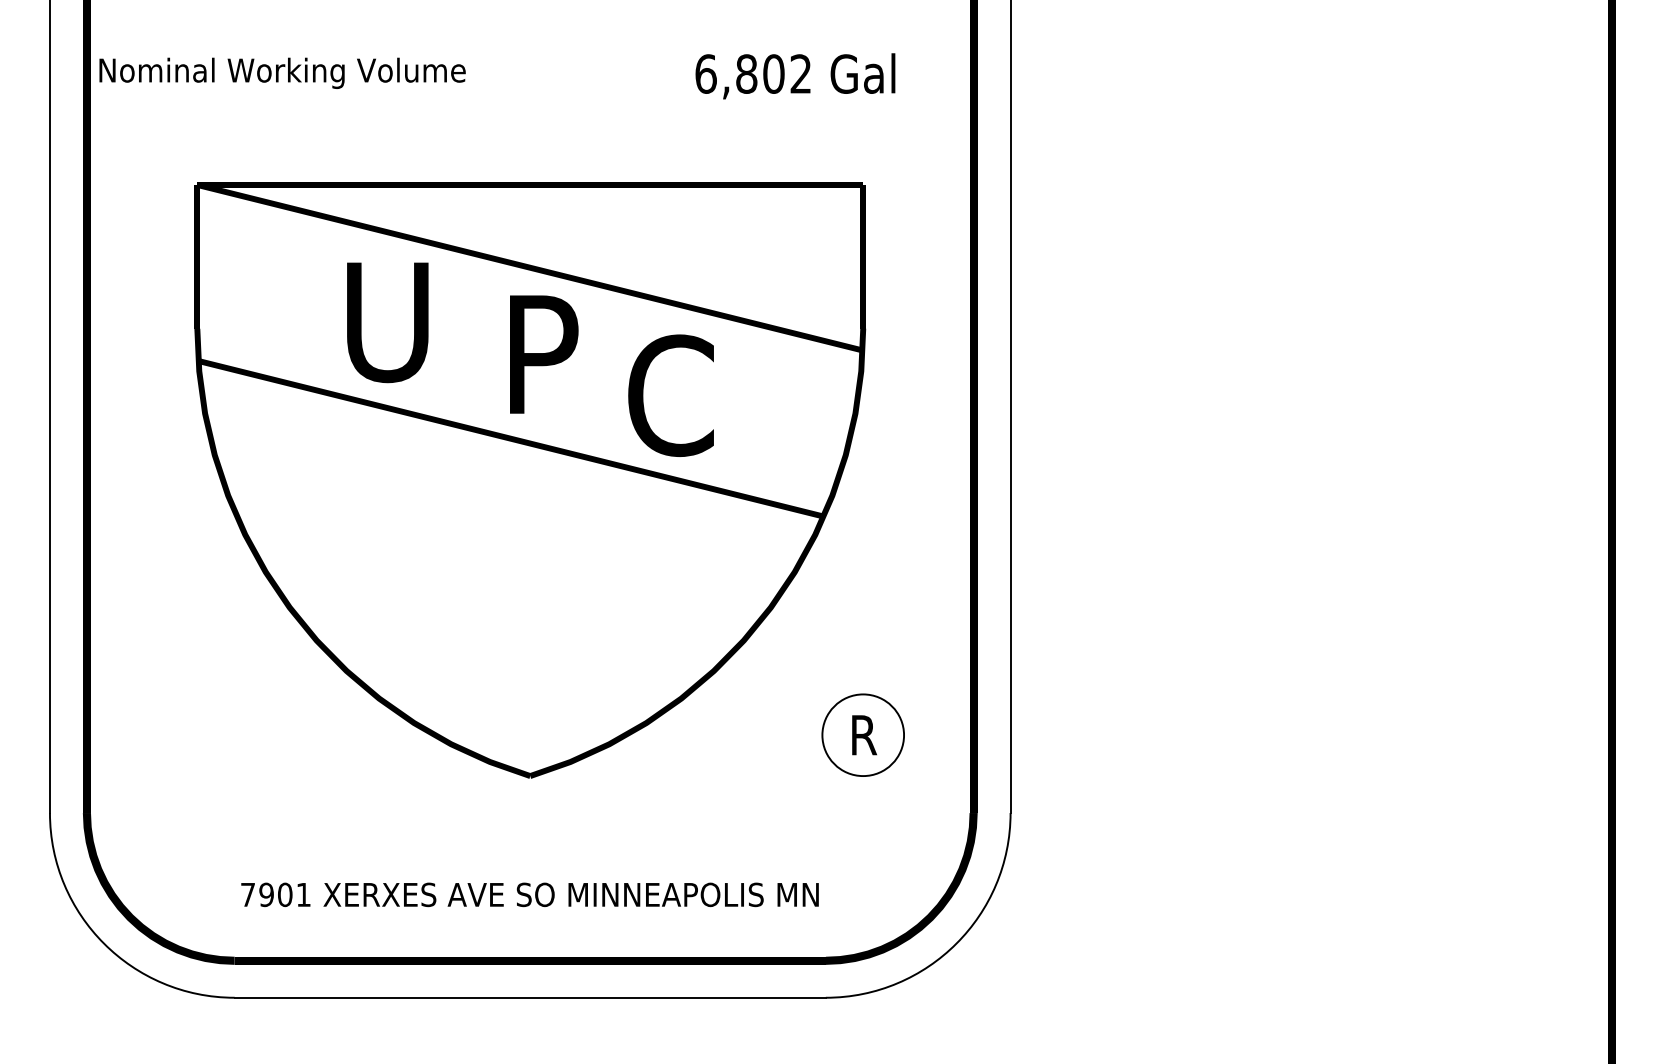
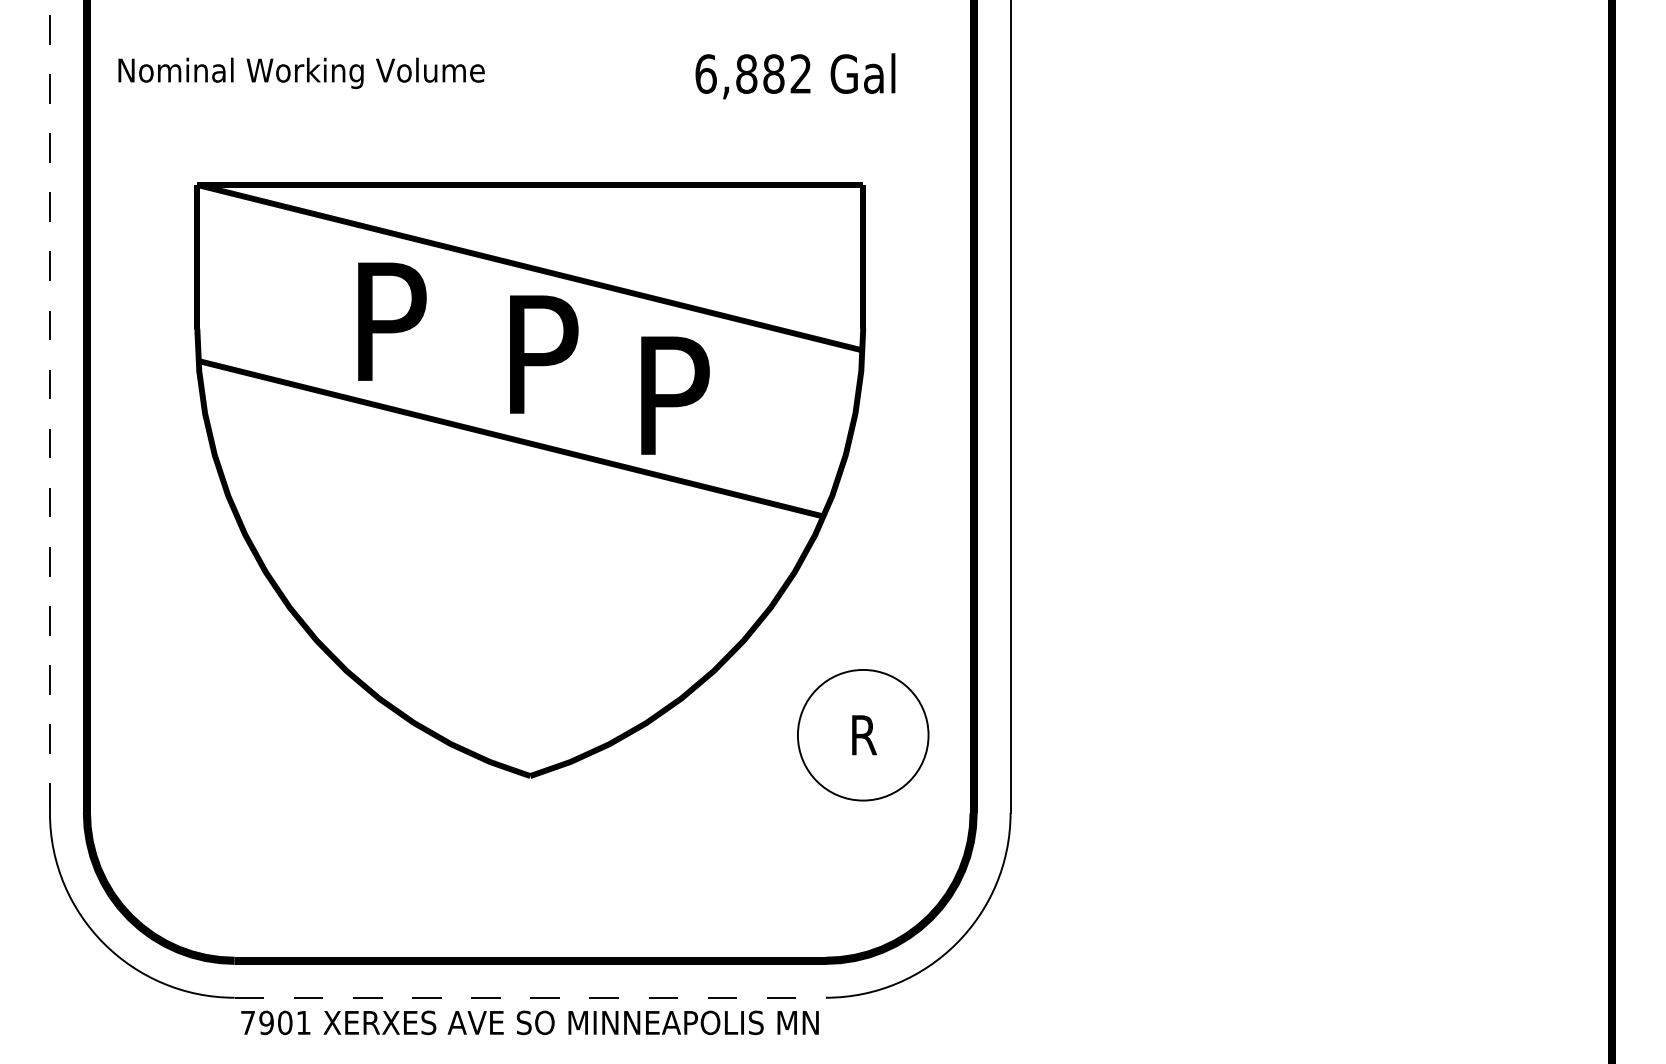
text at (282, 72) position: (282, 72) -> (301, 72)
text at (773, 73): 6,802 -> 6,882
text at (387, 322): U -> P
text at (670, 395): C -> P
line at (49, 406): solid -> dashed
circle at (863, 735) diameter: 82 px -> 131 px
text at (529, 894) position: (529, 894) -> (529, 1022)
line at (530, 997): solid -> dashed
